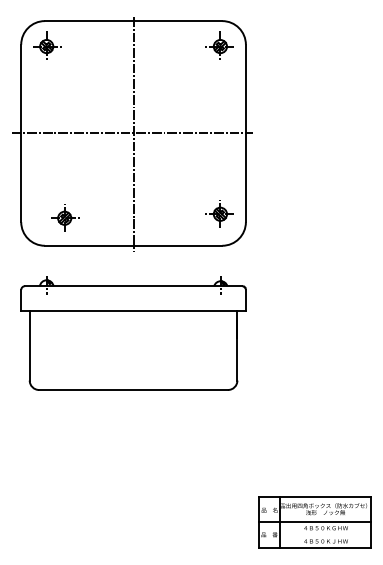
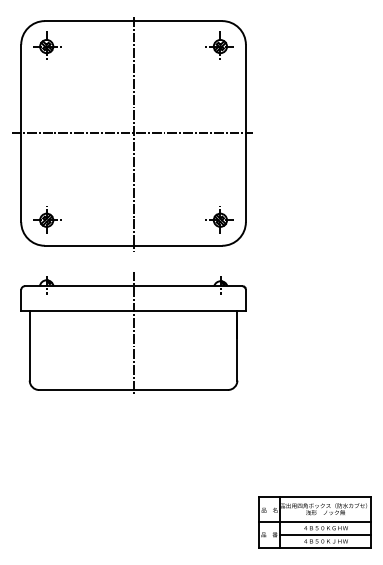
part at (219, 213) position: (219, 213) -> (219, 219)
part at (65, 217) position: (65, 217) -> (47, 219)
line at (133, 333): none -> present
line at (325, 534): none -> present
